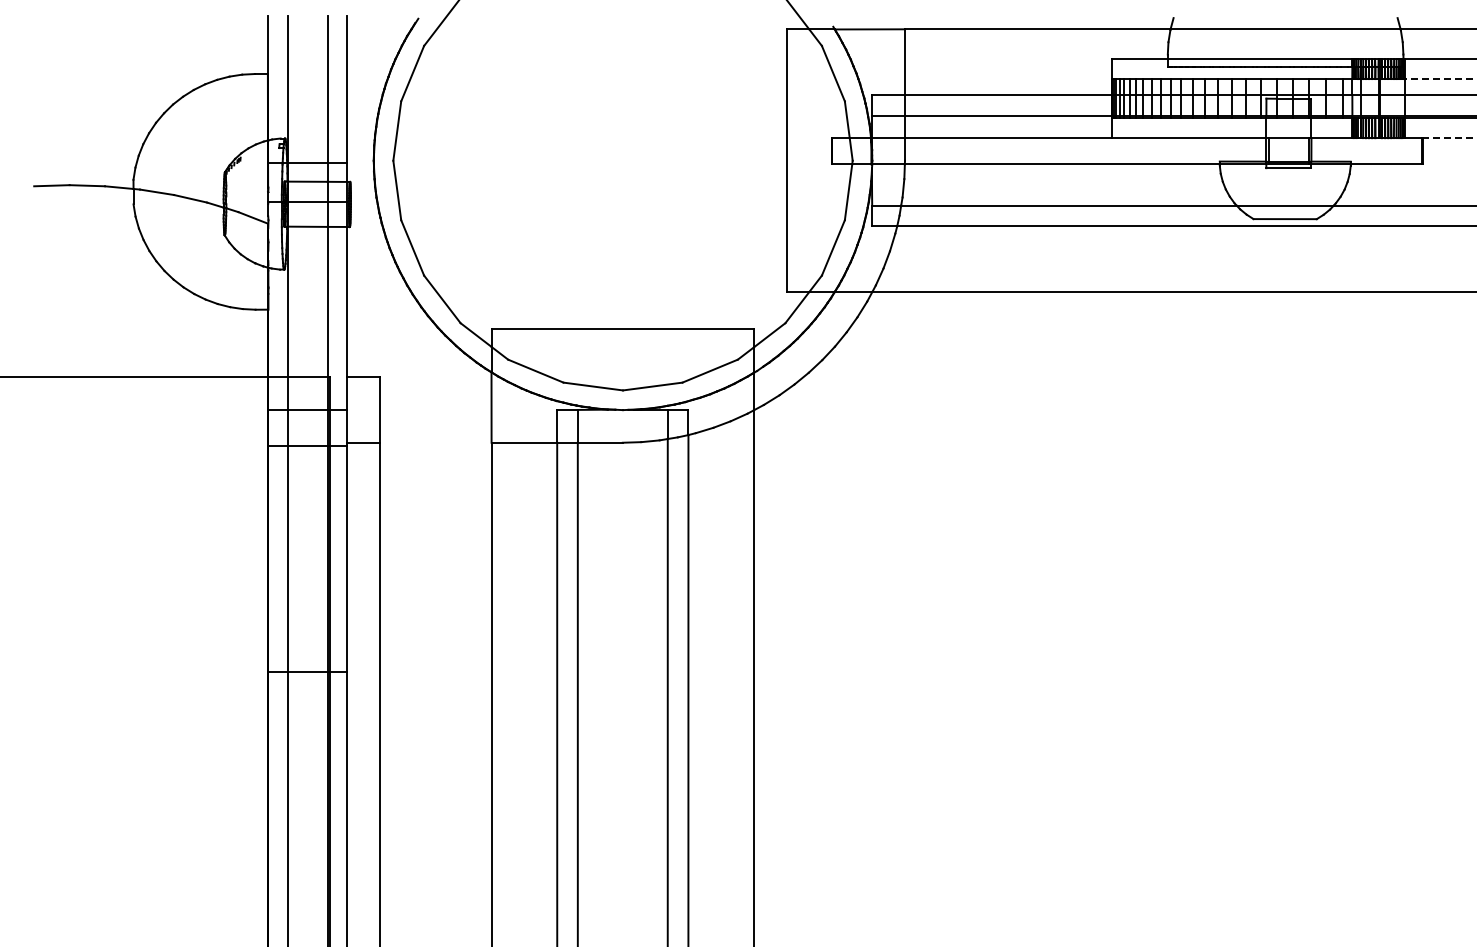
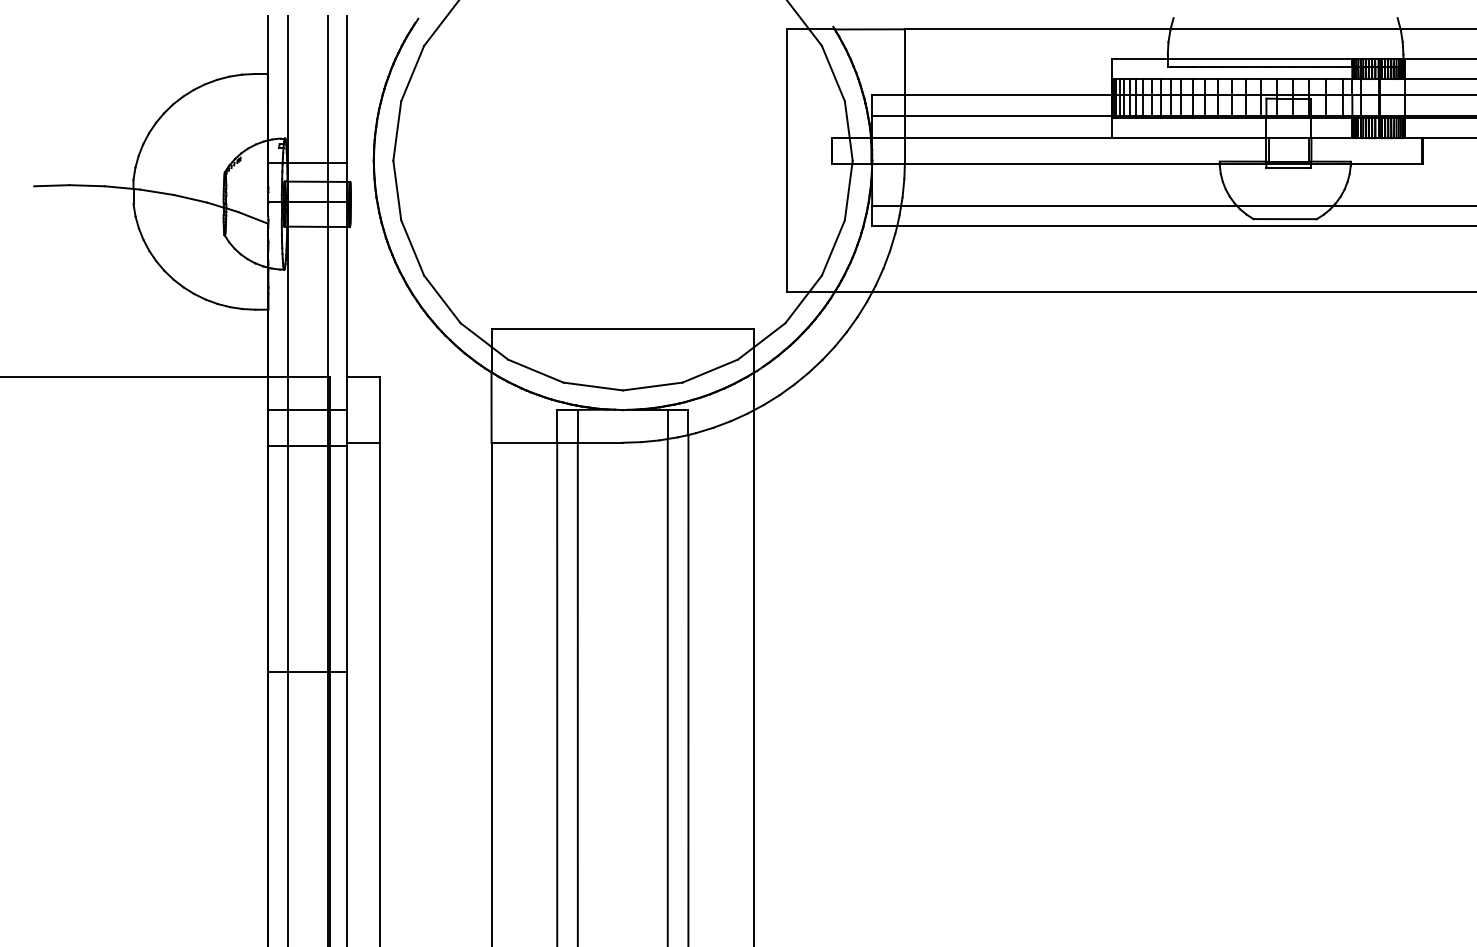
line at (1440, 79): dashed -> solid
line at (1449, 138): dashed -> solid
